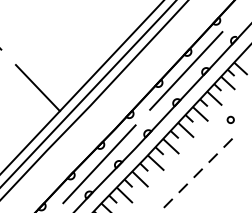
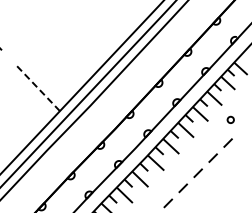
line at (186, 70): present -> none
line at (37, 88): solid -> dashed
line at (99, 164): present -> none
